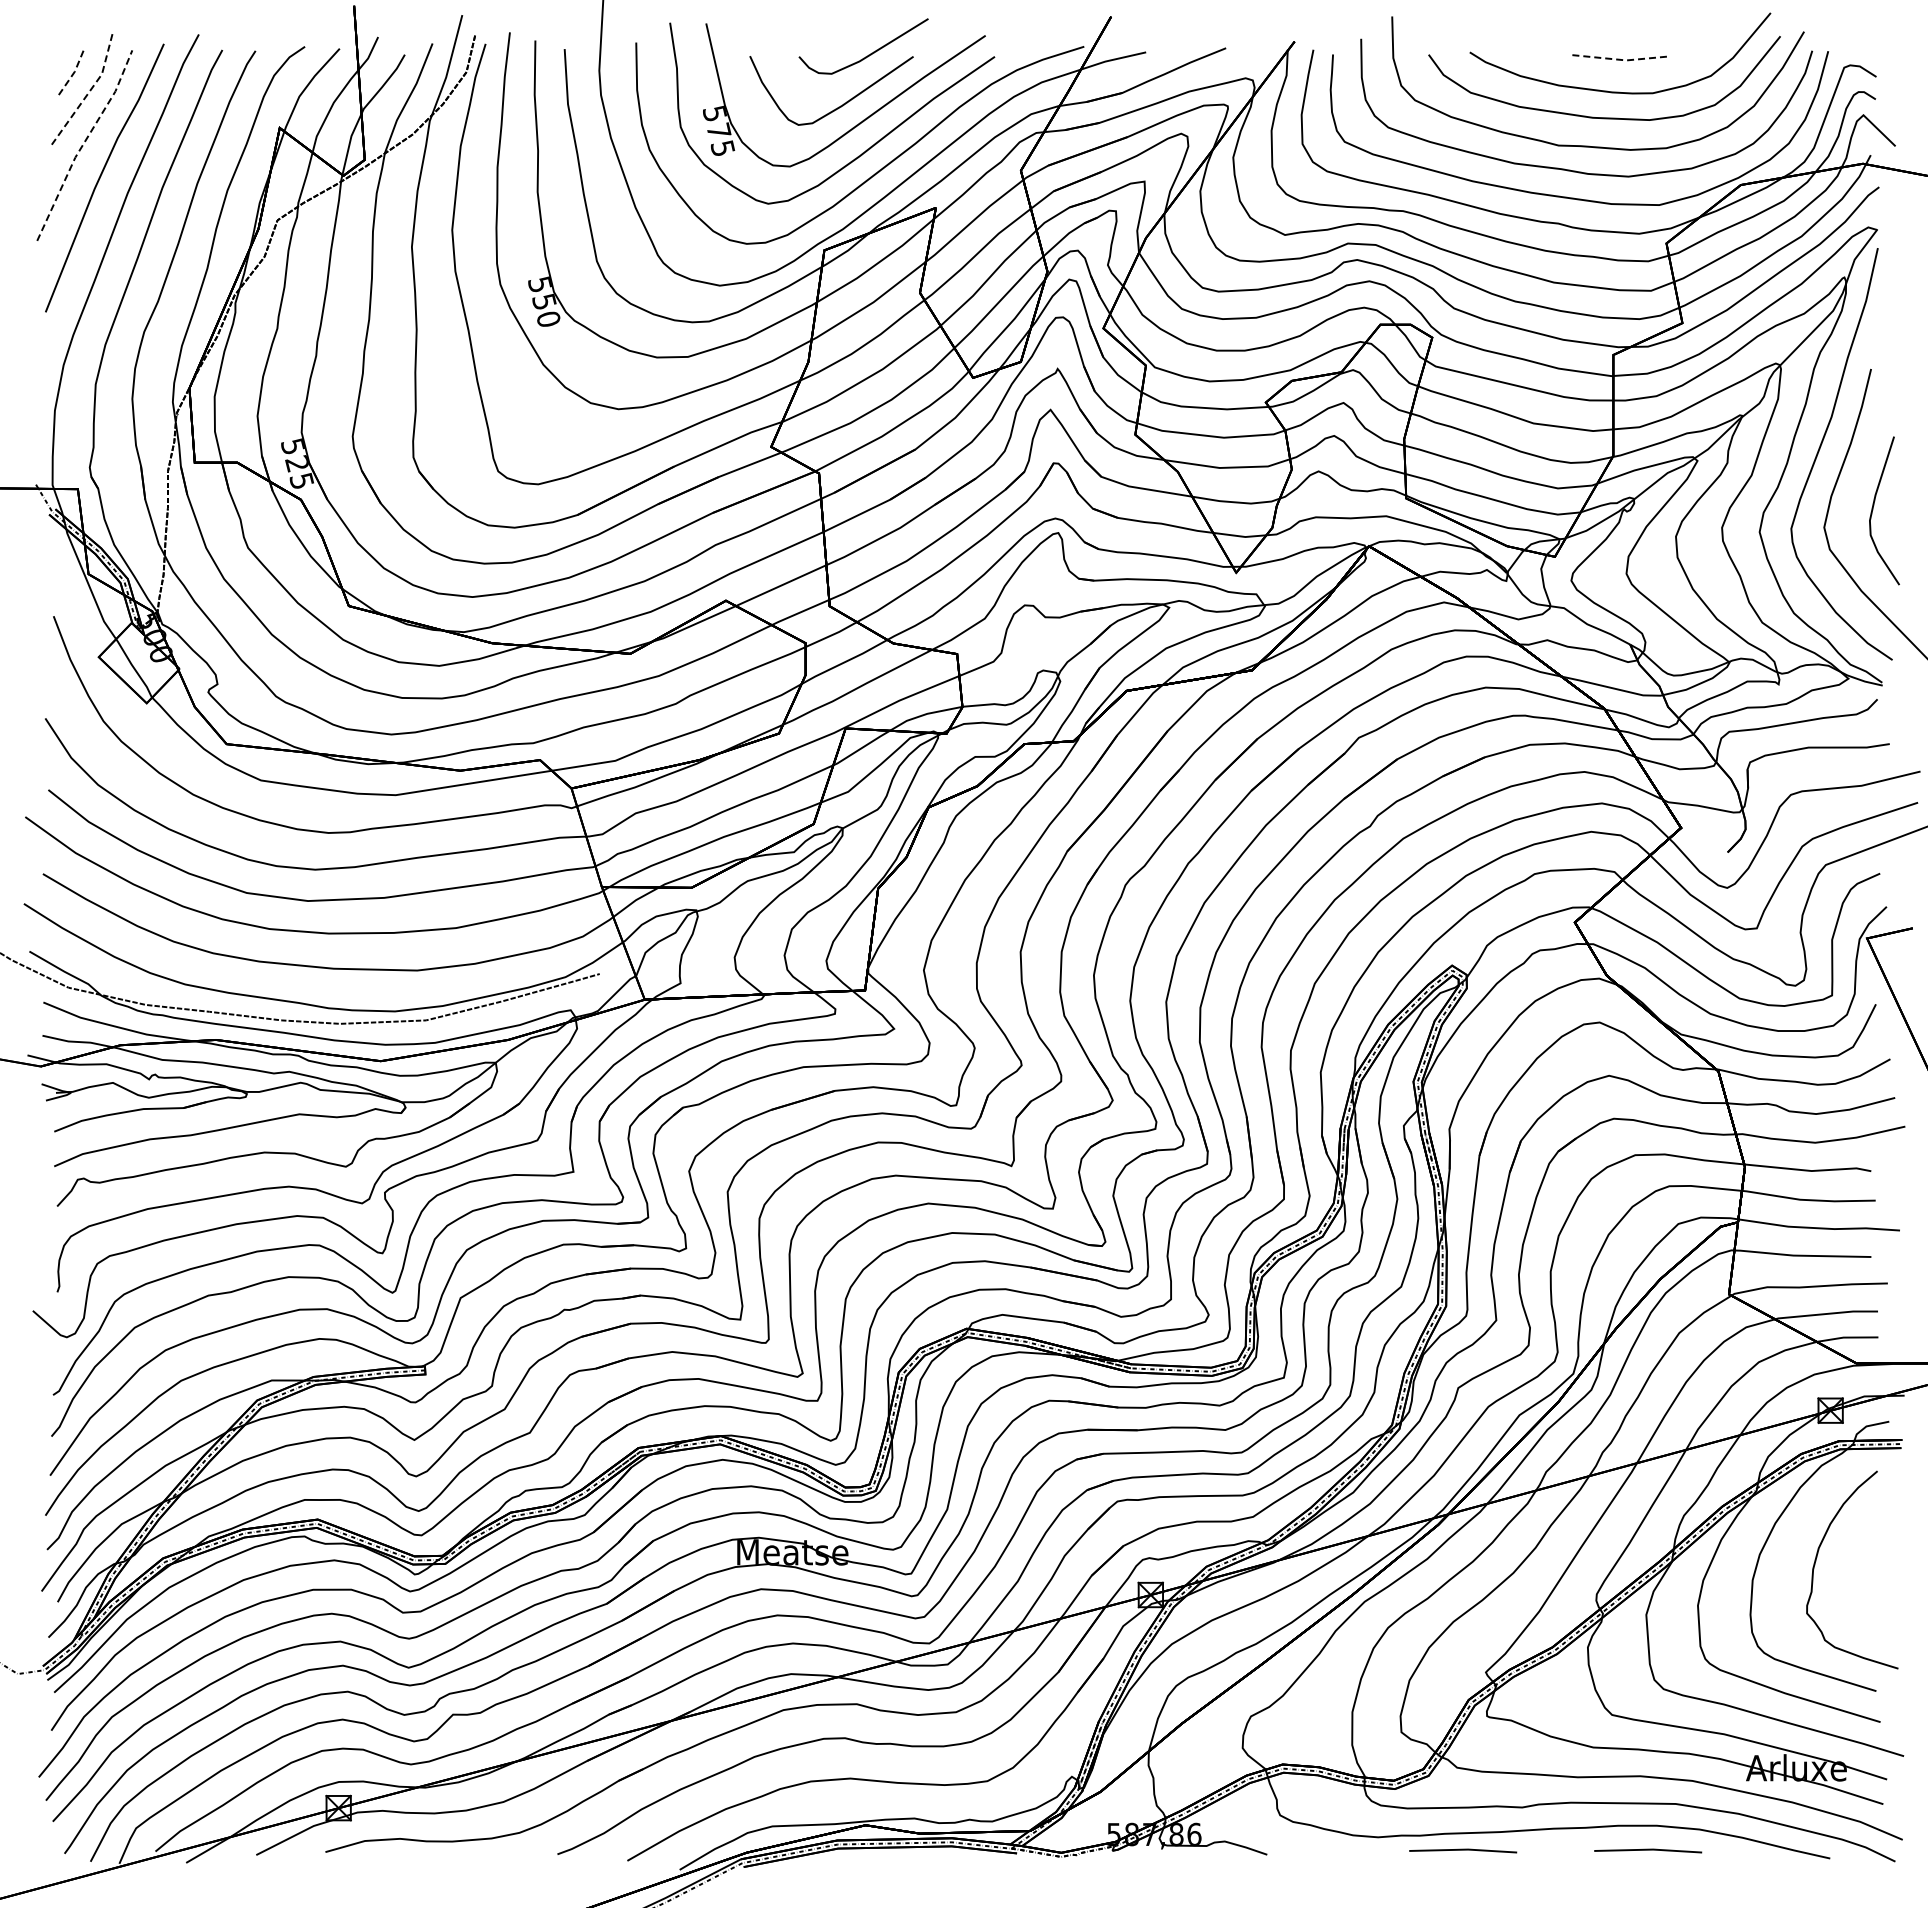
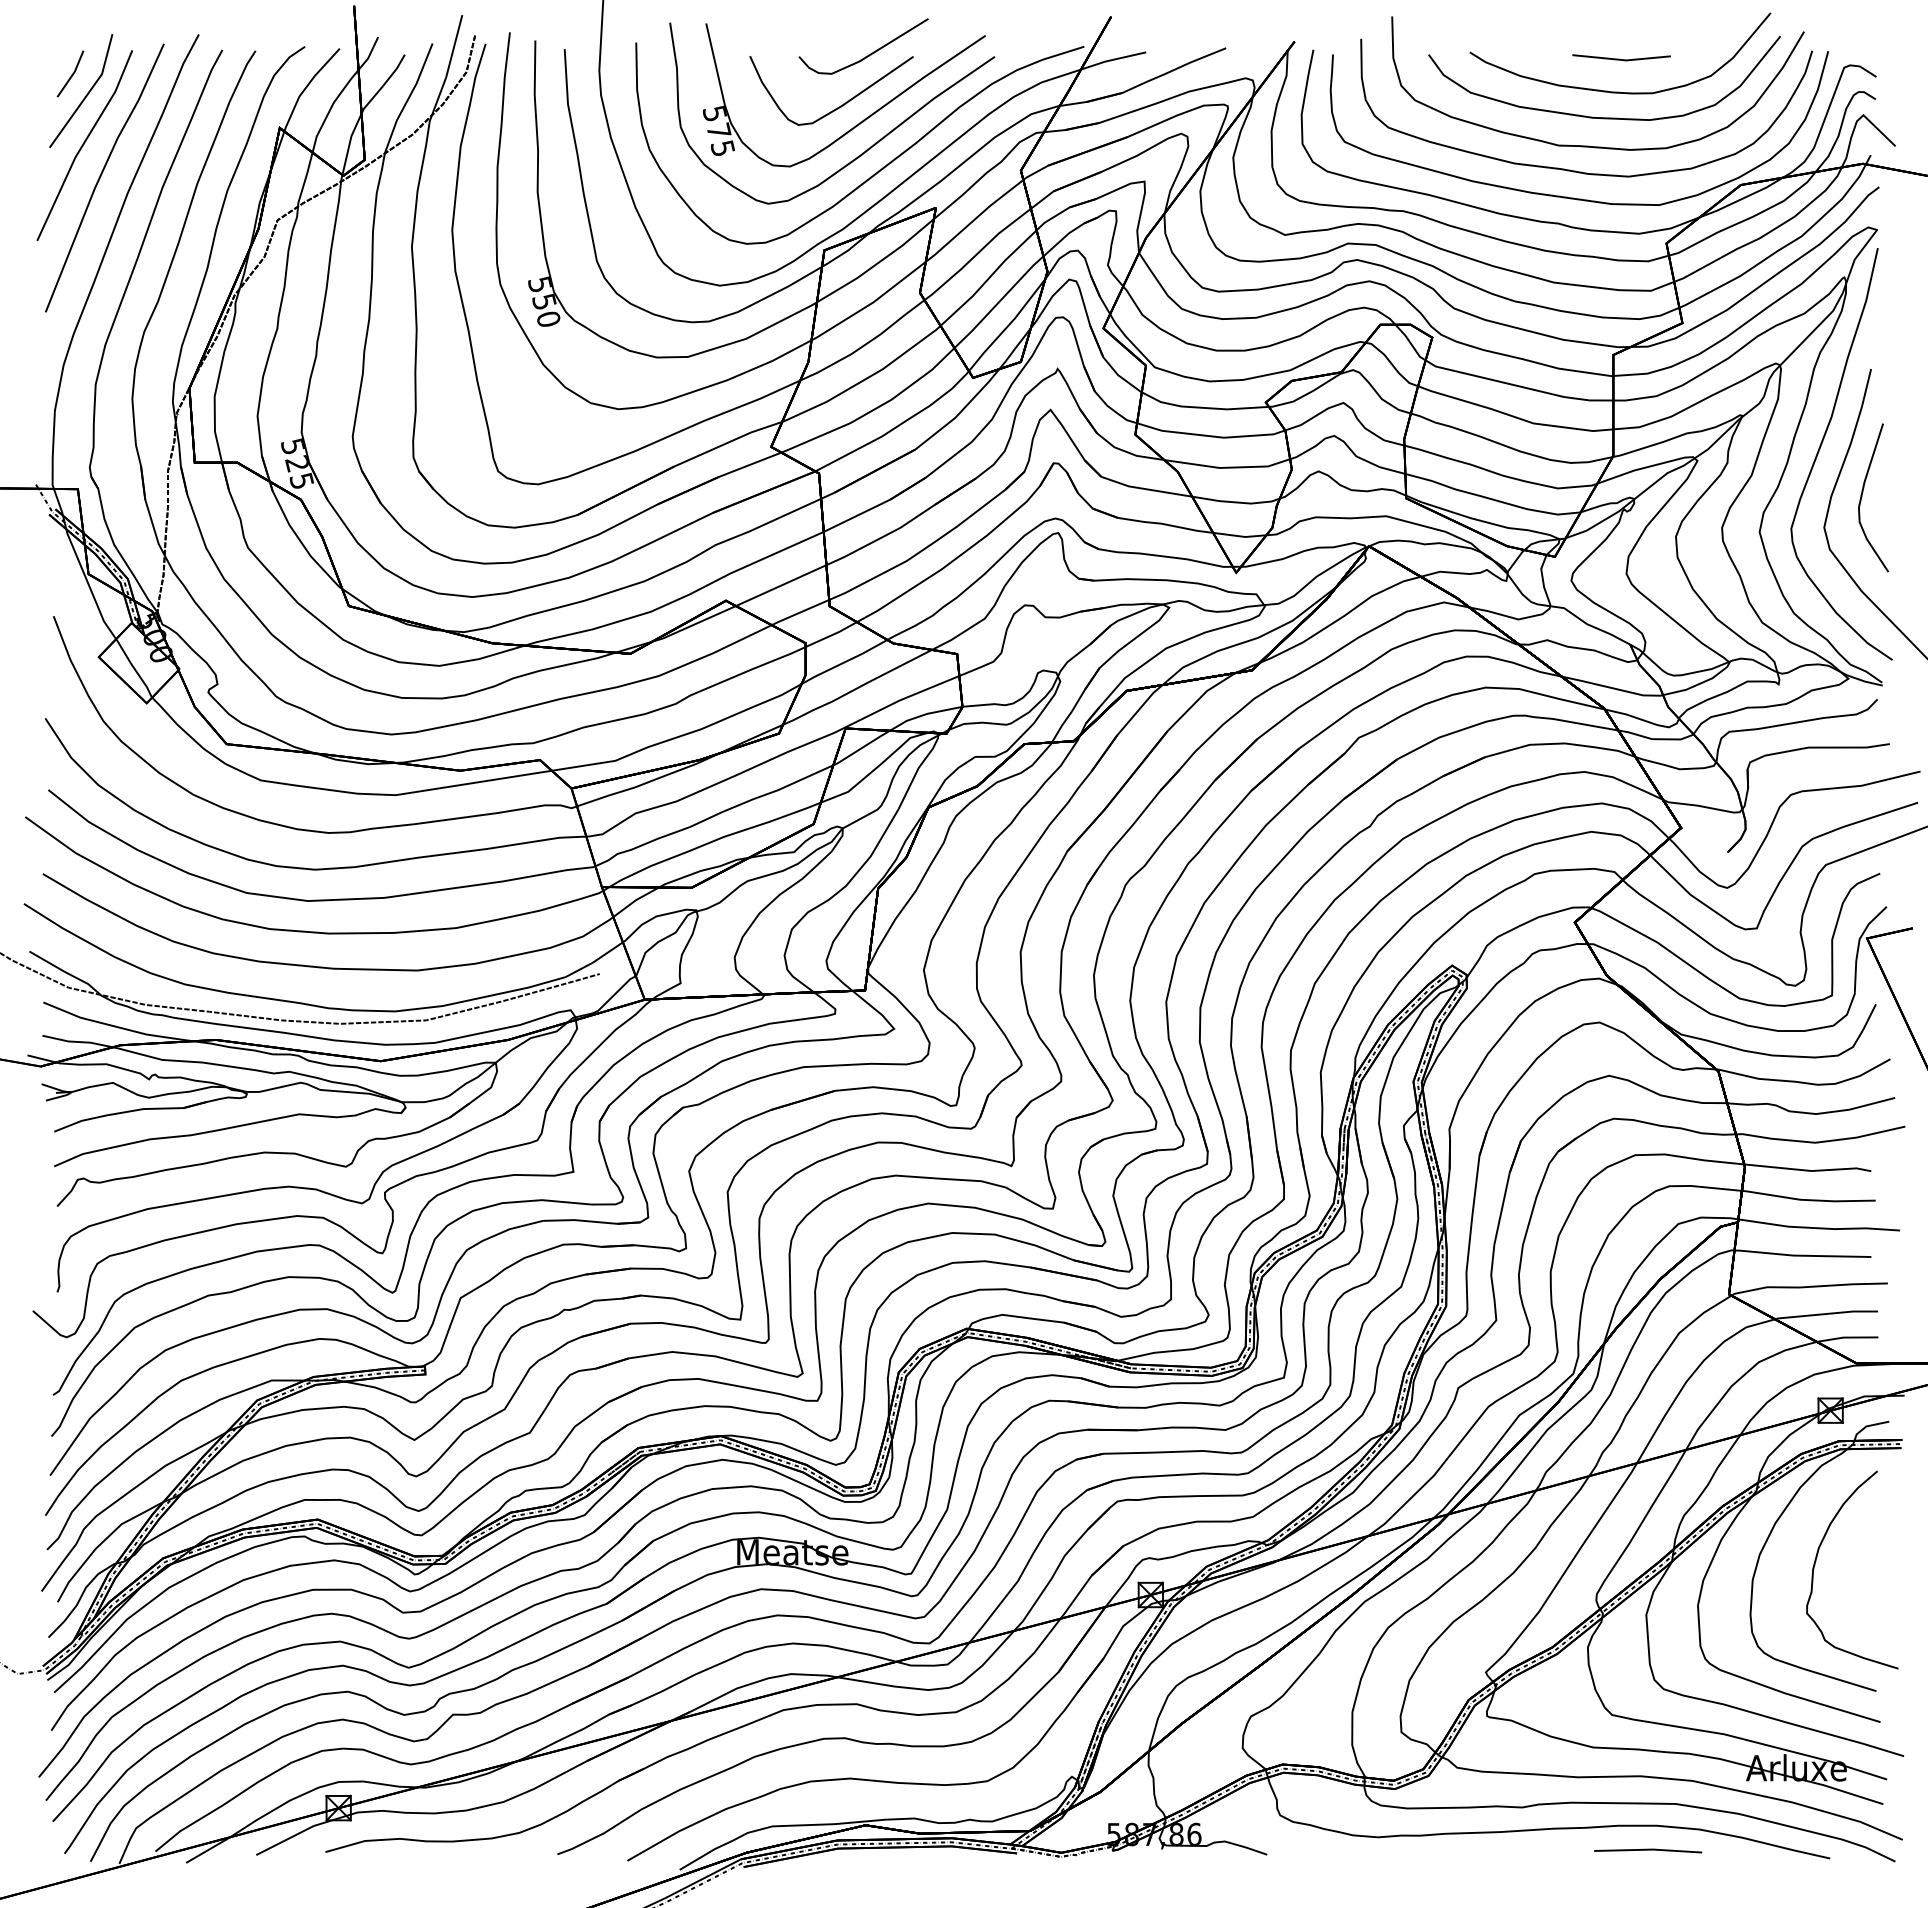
line at (1622, 60): dashed -> solid
line at (72, 74): dashed -> solid
line at (88, 93): dashed -> solid
line at (83, 144): dashed -> solid
curve at (1873, 510) position: (1873, 510) -> (1862, 497)
line at (1463, 1850): present -> none
